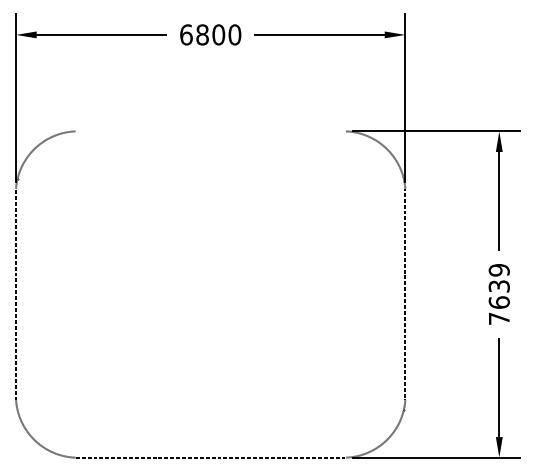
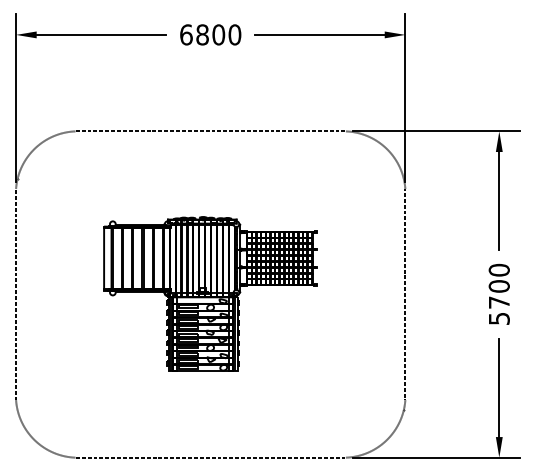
line at (210, 131): none -> present
part at (210, 293): none -> present
text at (498, 293): 7639 -> 5700
